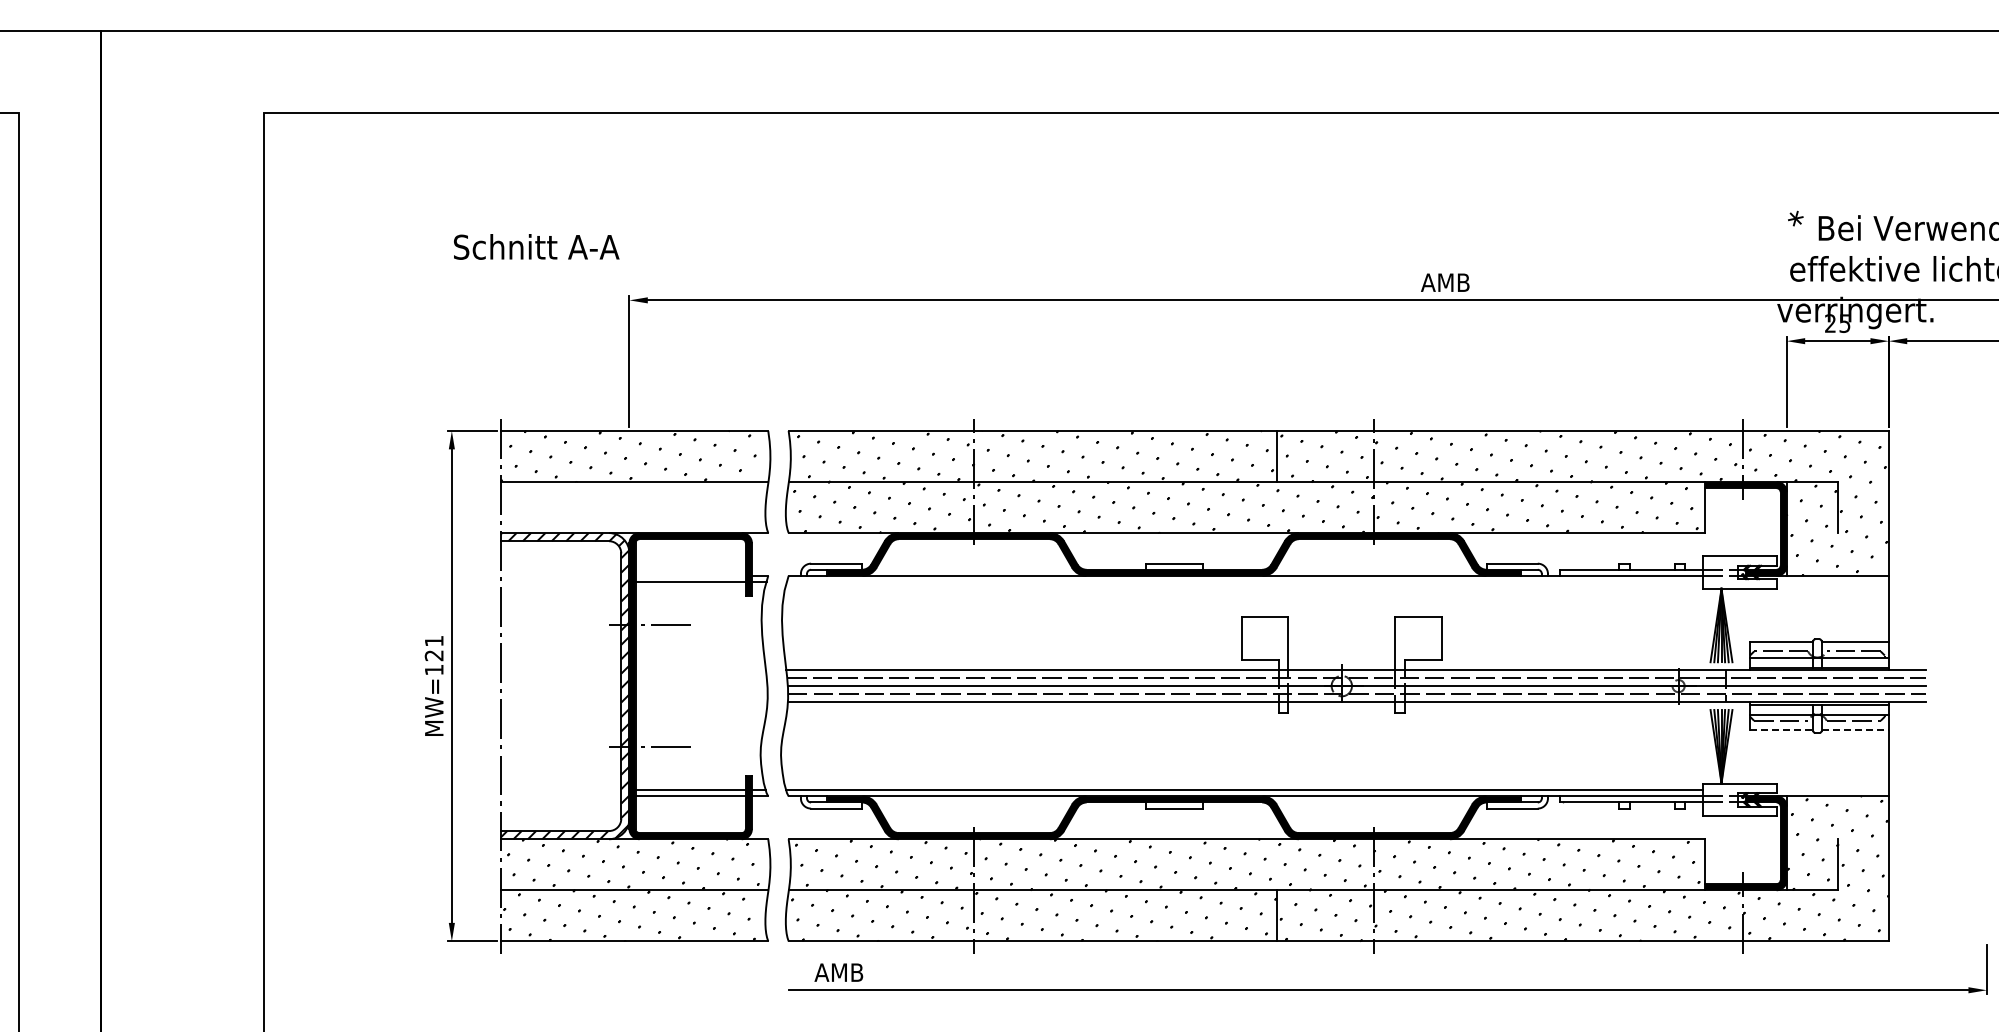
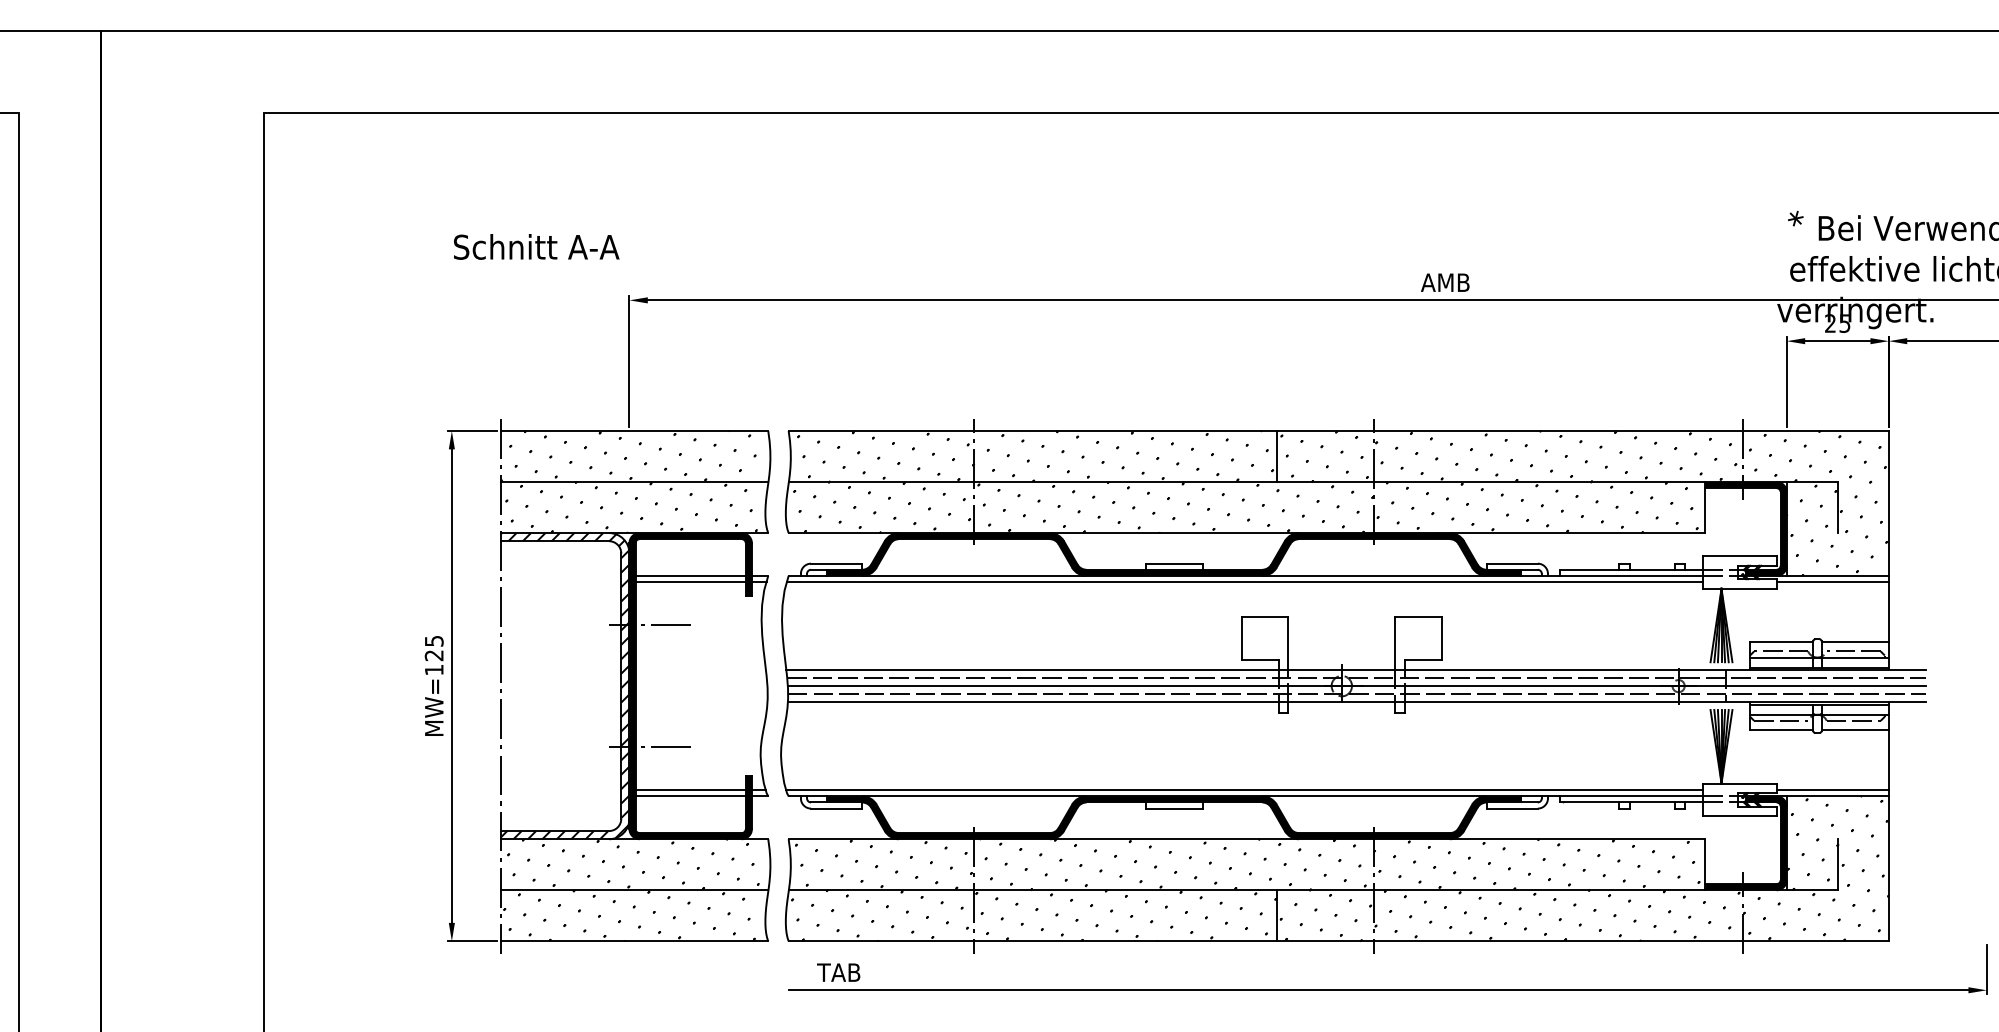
hatch at (631, 507): none -> present
line at (690, 575): none -> present
line at (1244, 582): none -> present
line at (1832, 582): none -> present
text at (434, 641): MW=121 -> MW=125
line at (1781, 730): dashed -> solid
line at (1855, 730): dashed -> solid
line at (1832, 790): none -> present
text at (838, 972): AMB -> TAB
